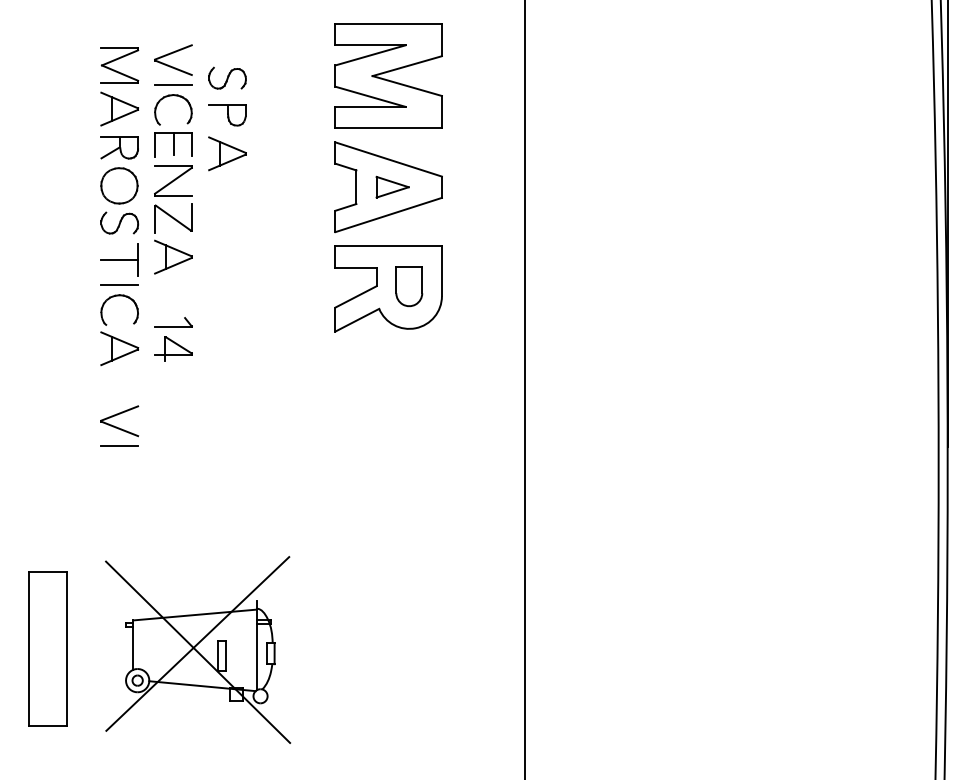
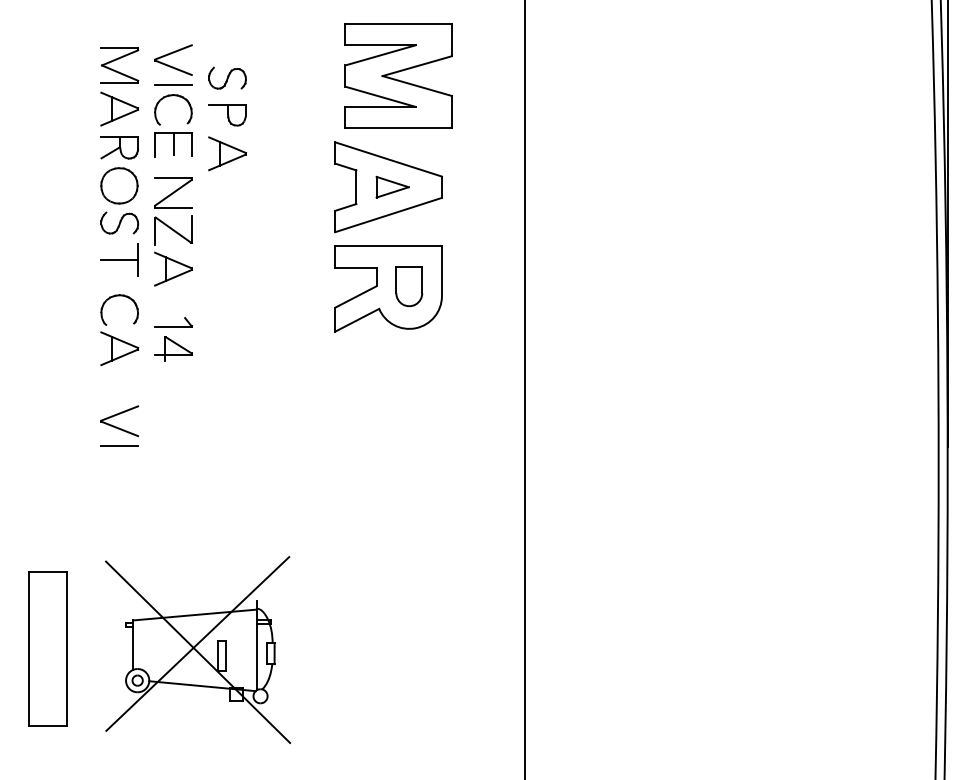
part at (388, 75) position: (388, 75) -> (398, 75)
part at (173, 219) position: (173, 219) -> (173, 231)
line at (119, 285): present -> none
